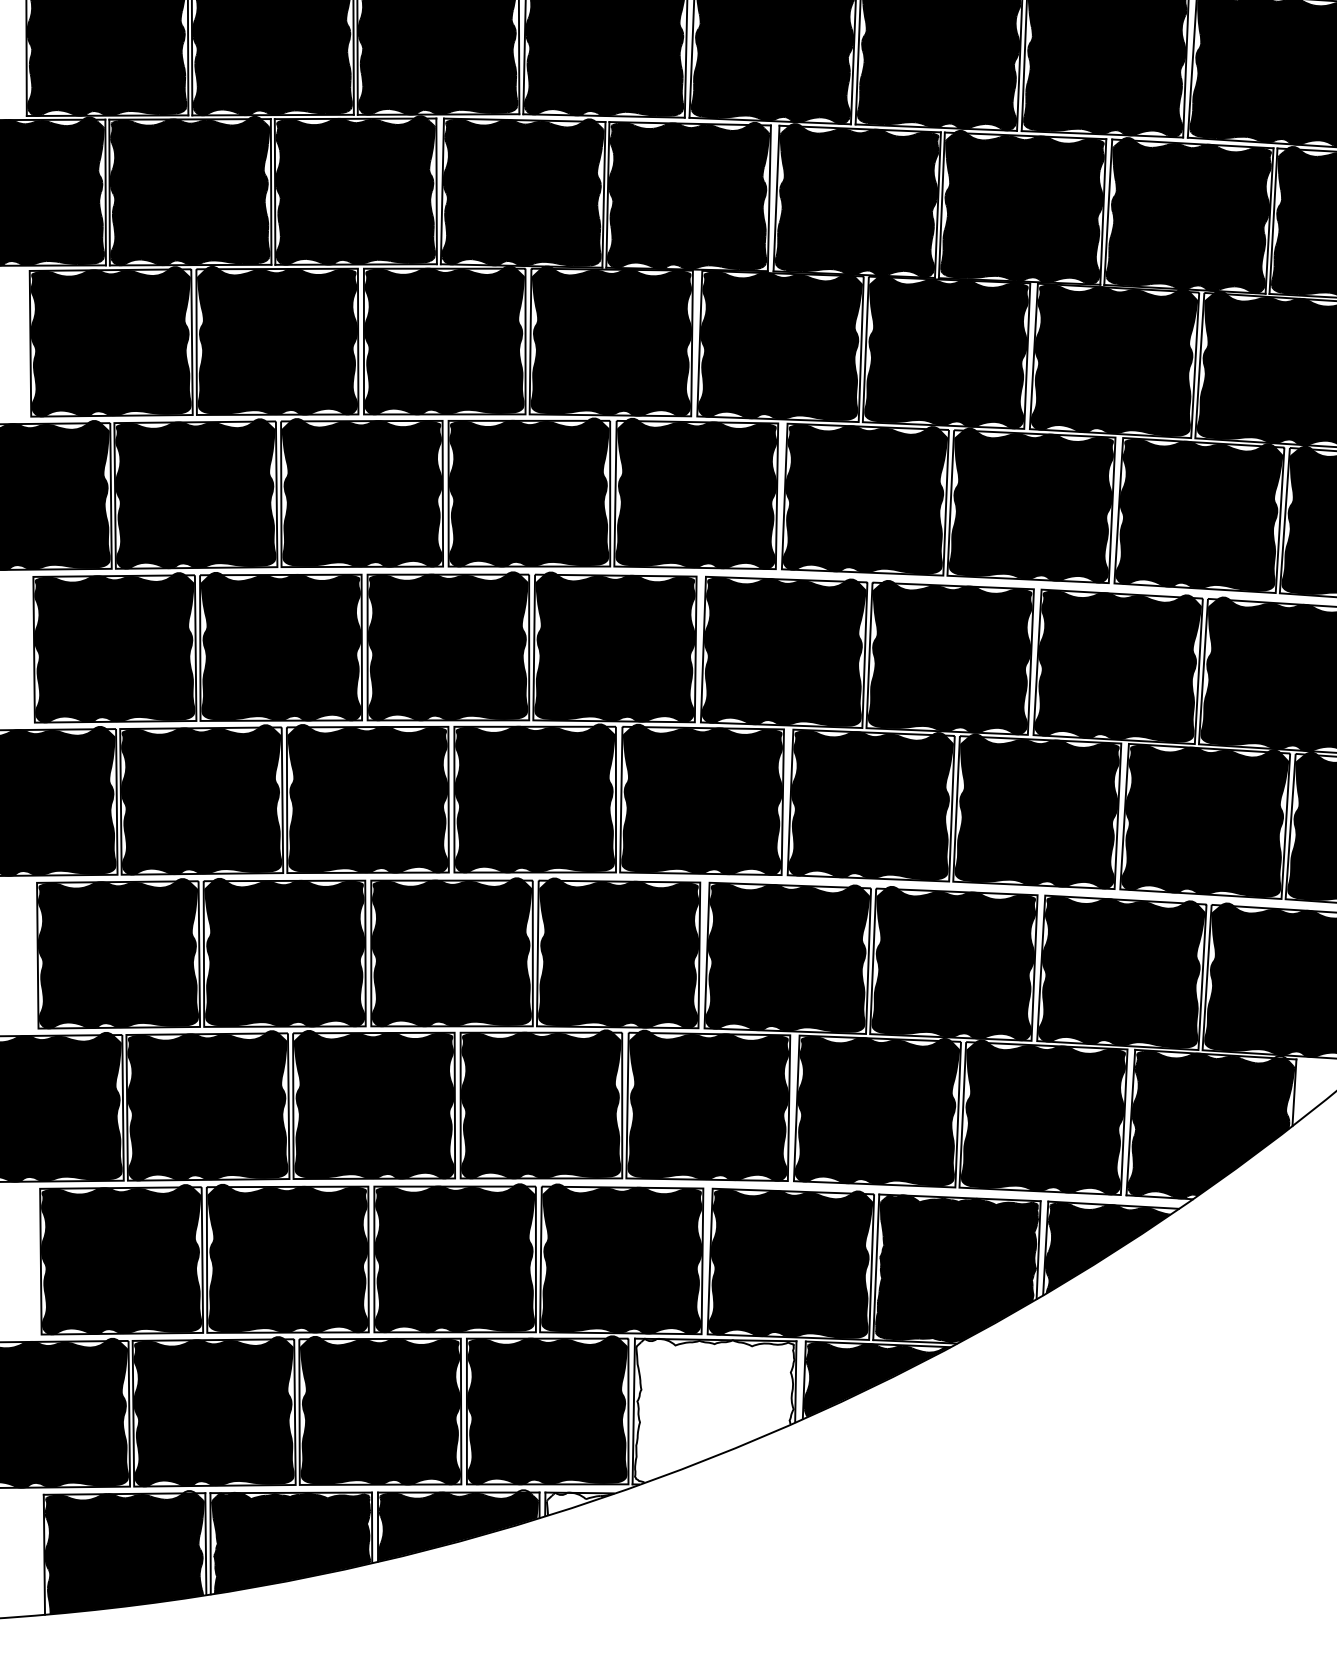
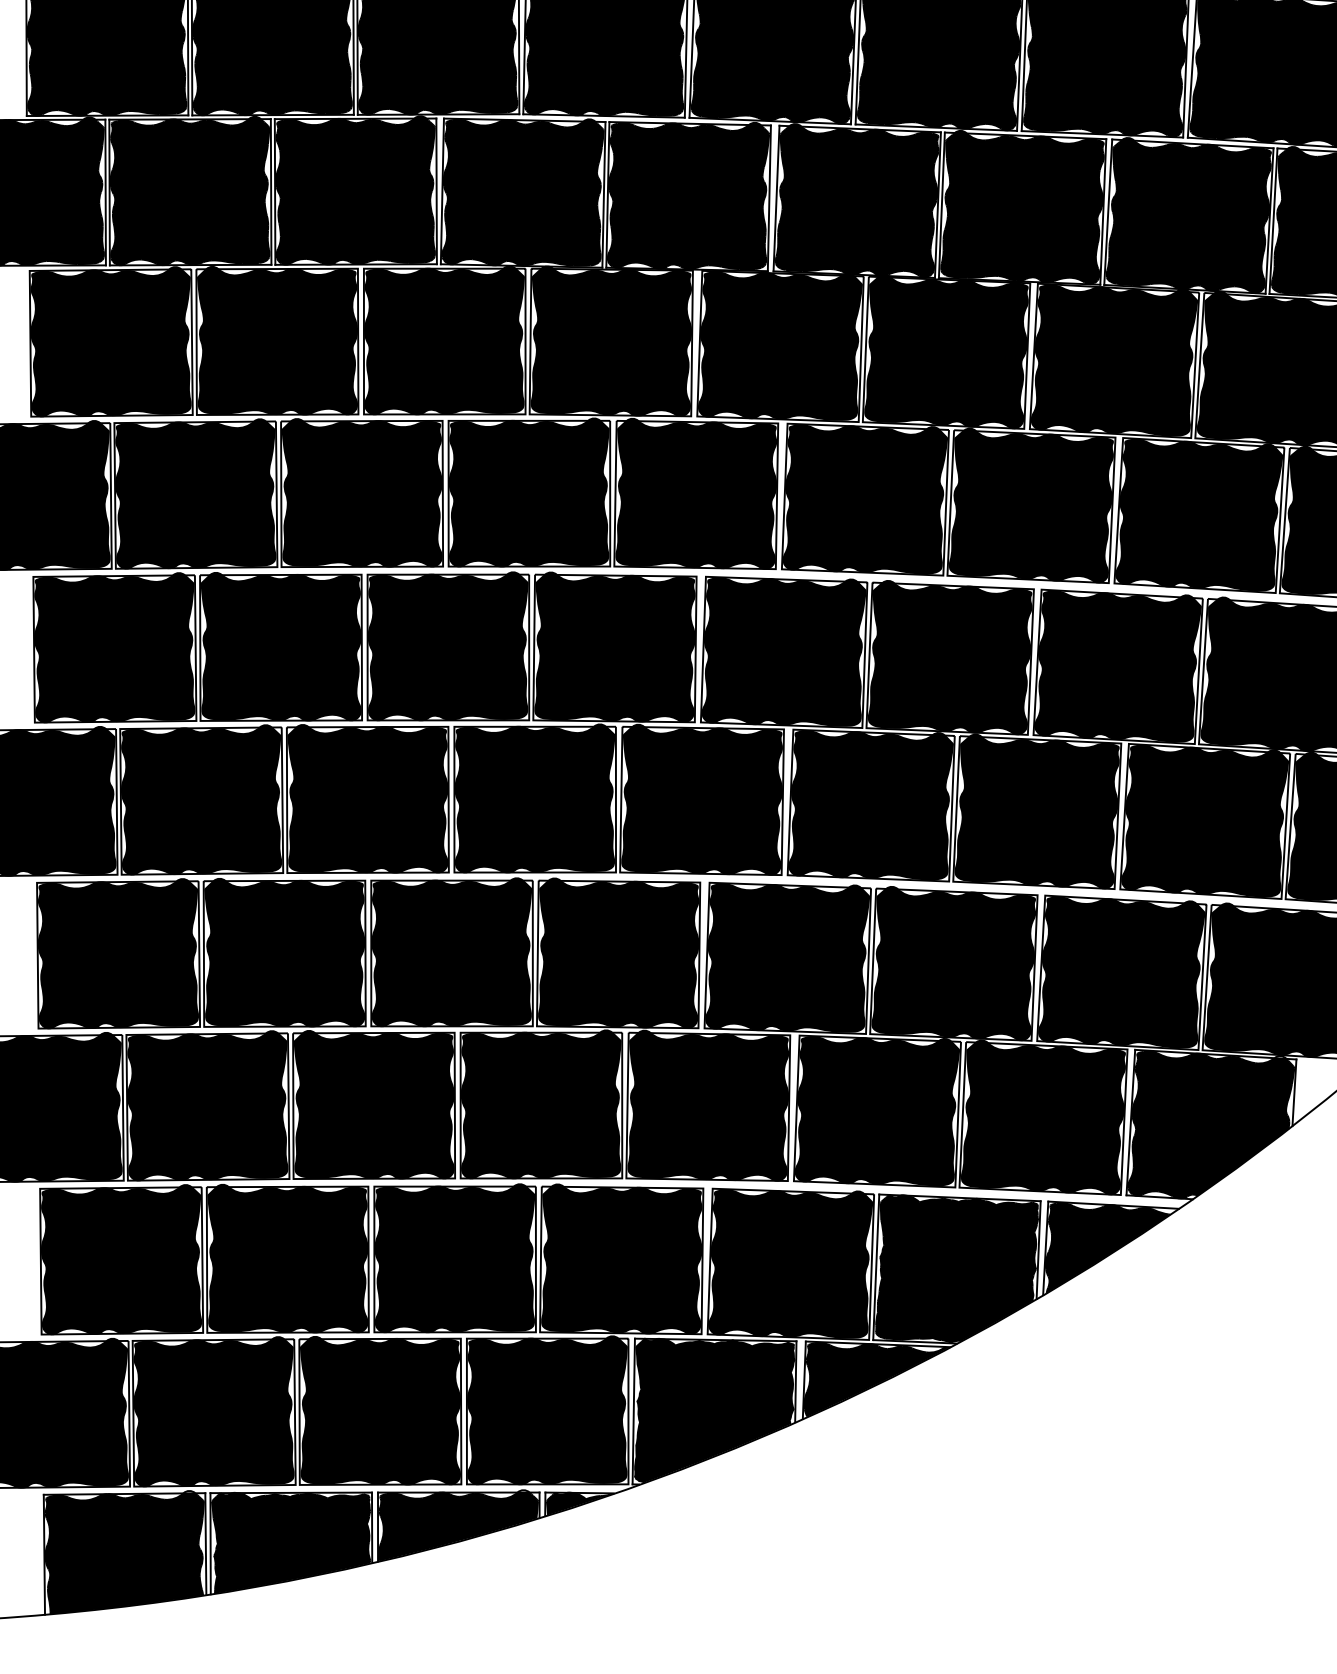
fill at (714, 1410): none -> present
fill at (578, 1503): none -> present
